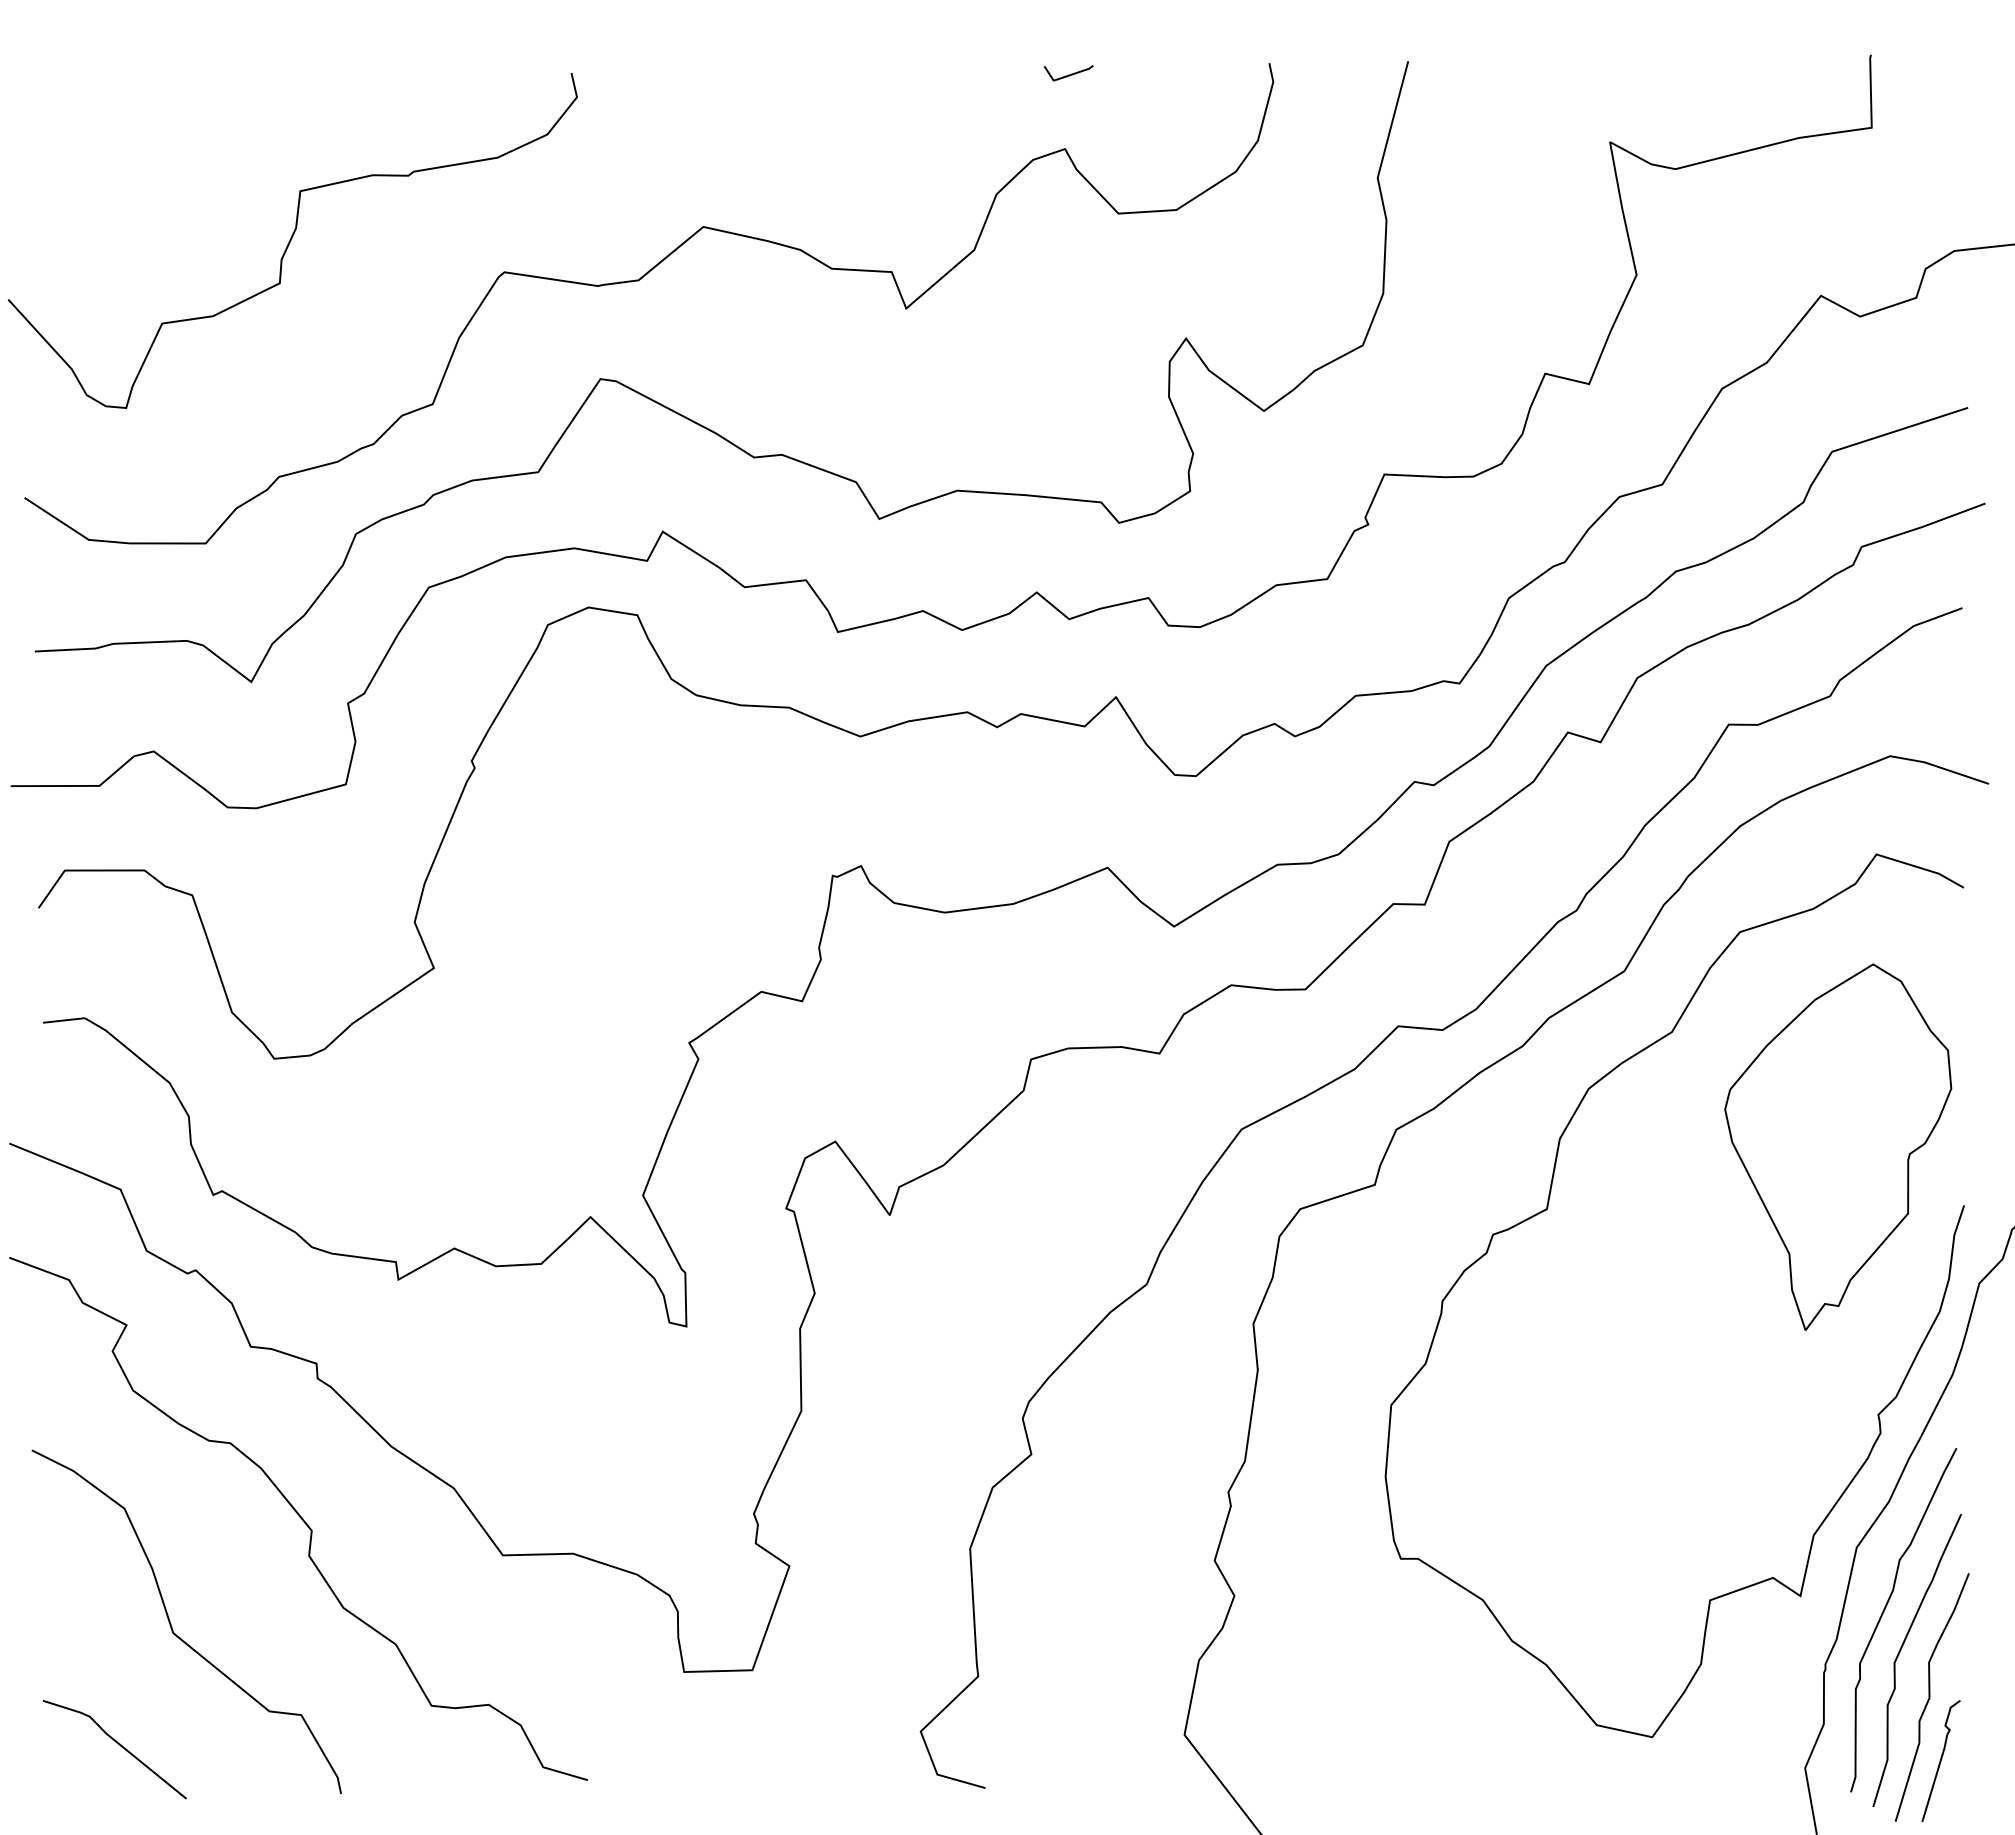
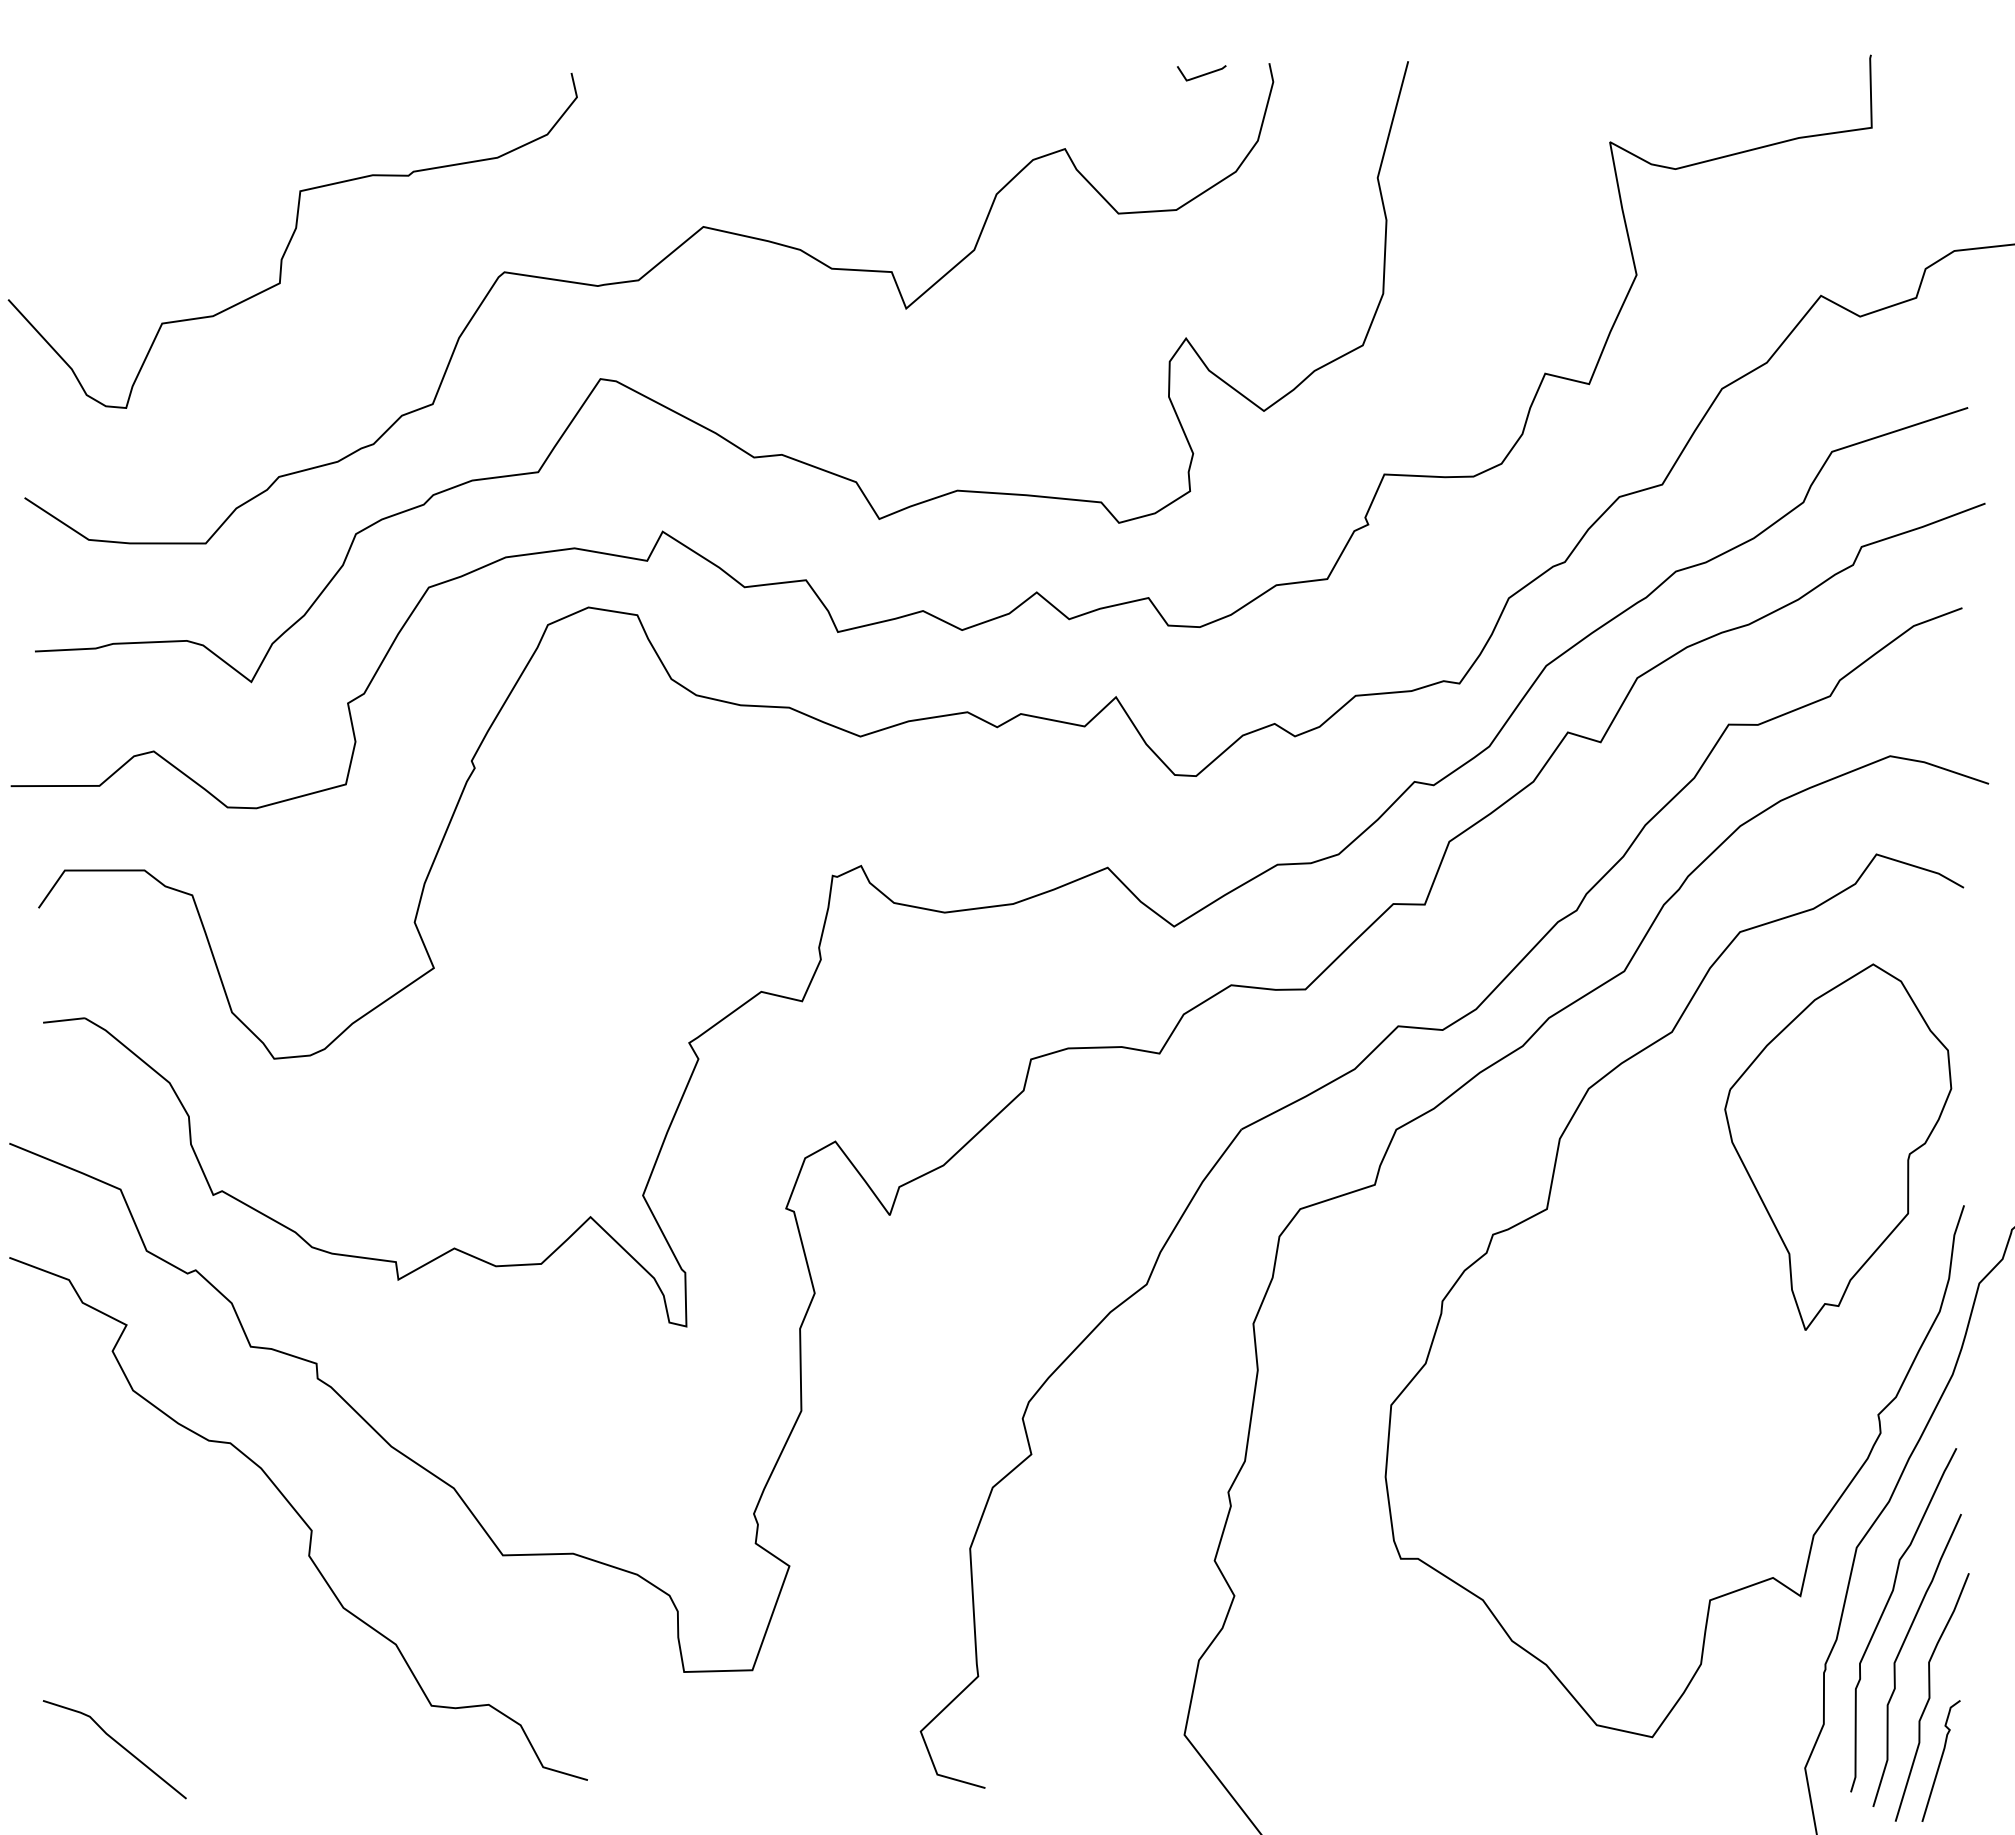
line at (1068, 74) position: (1068, 74) -> (1201, 74)
curve at (172, 1626): present -> none
